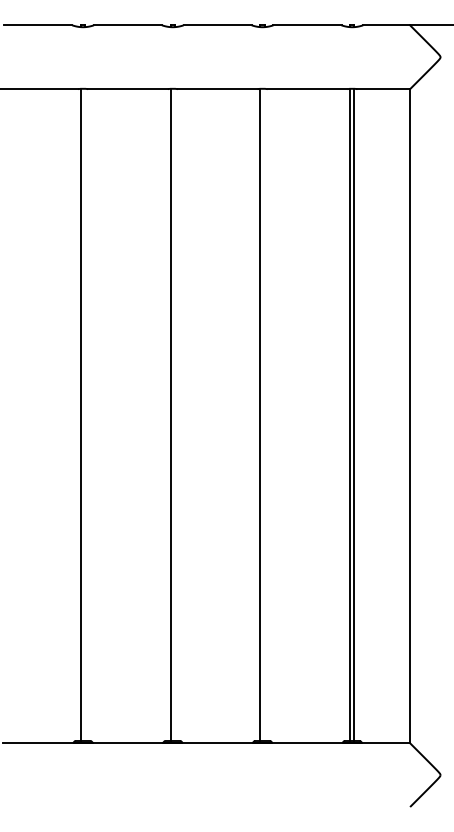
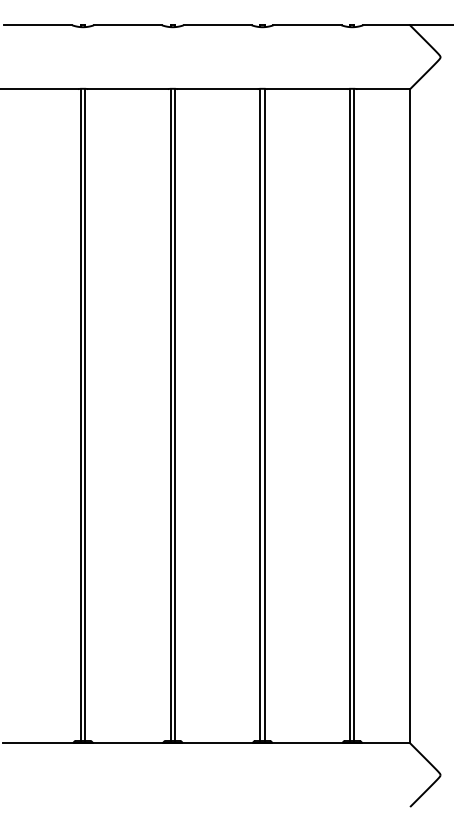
line at (85, 414): none -> present
line at (175, 414): none -> present
line at (264, 414): none -> present
